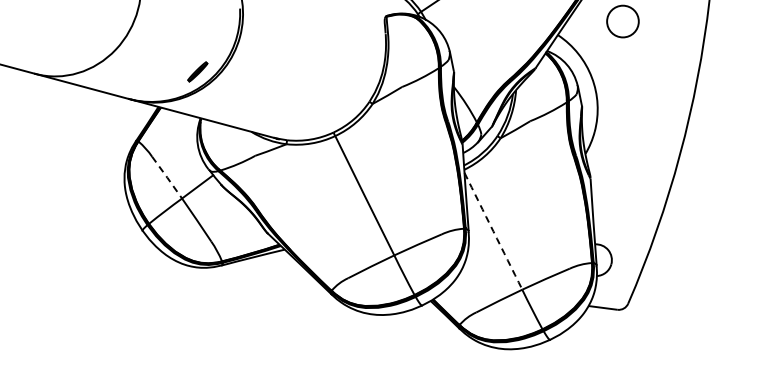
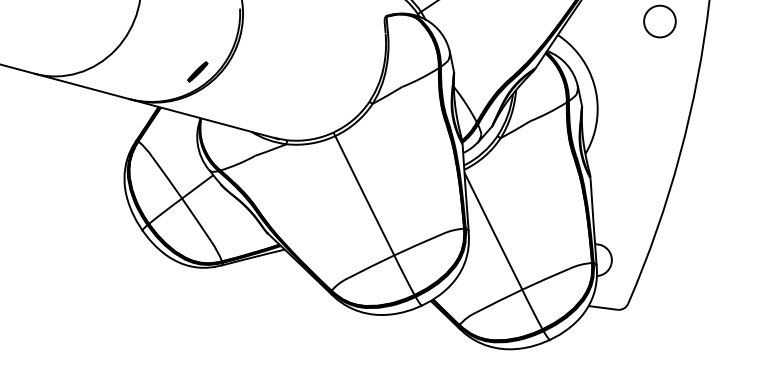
circle at (622, 21) position: (622, 21) -> (659, 21)
line at (167, 177): dashed -> solid
arc at (493, 231): dashed -> solid
